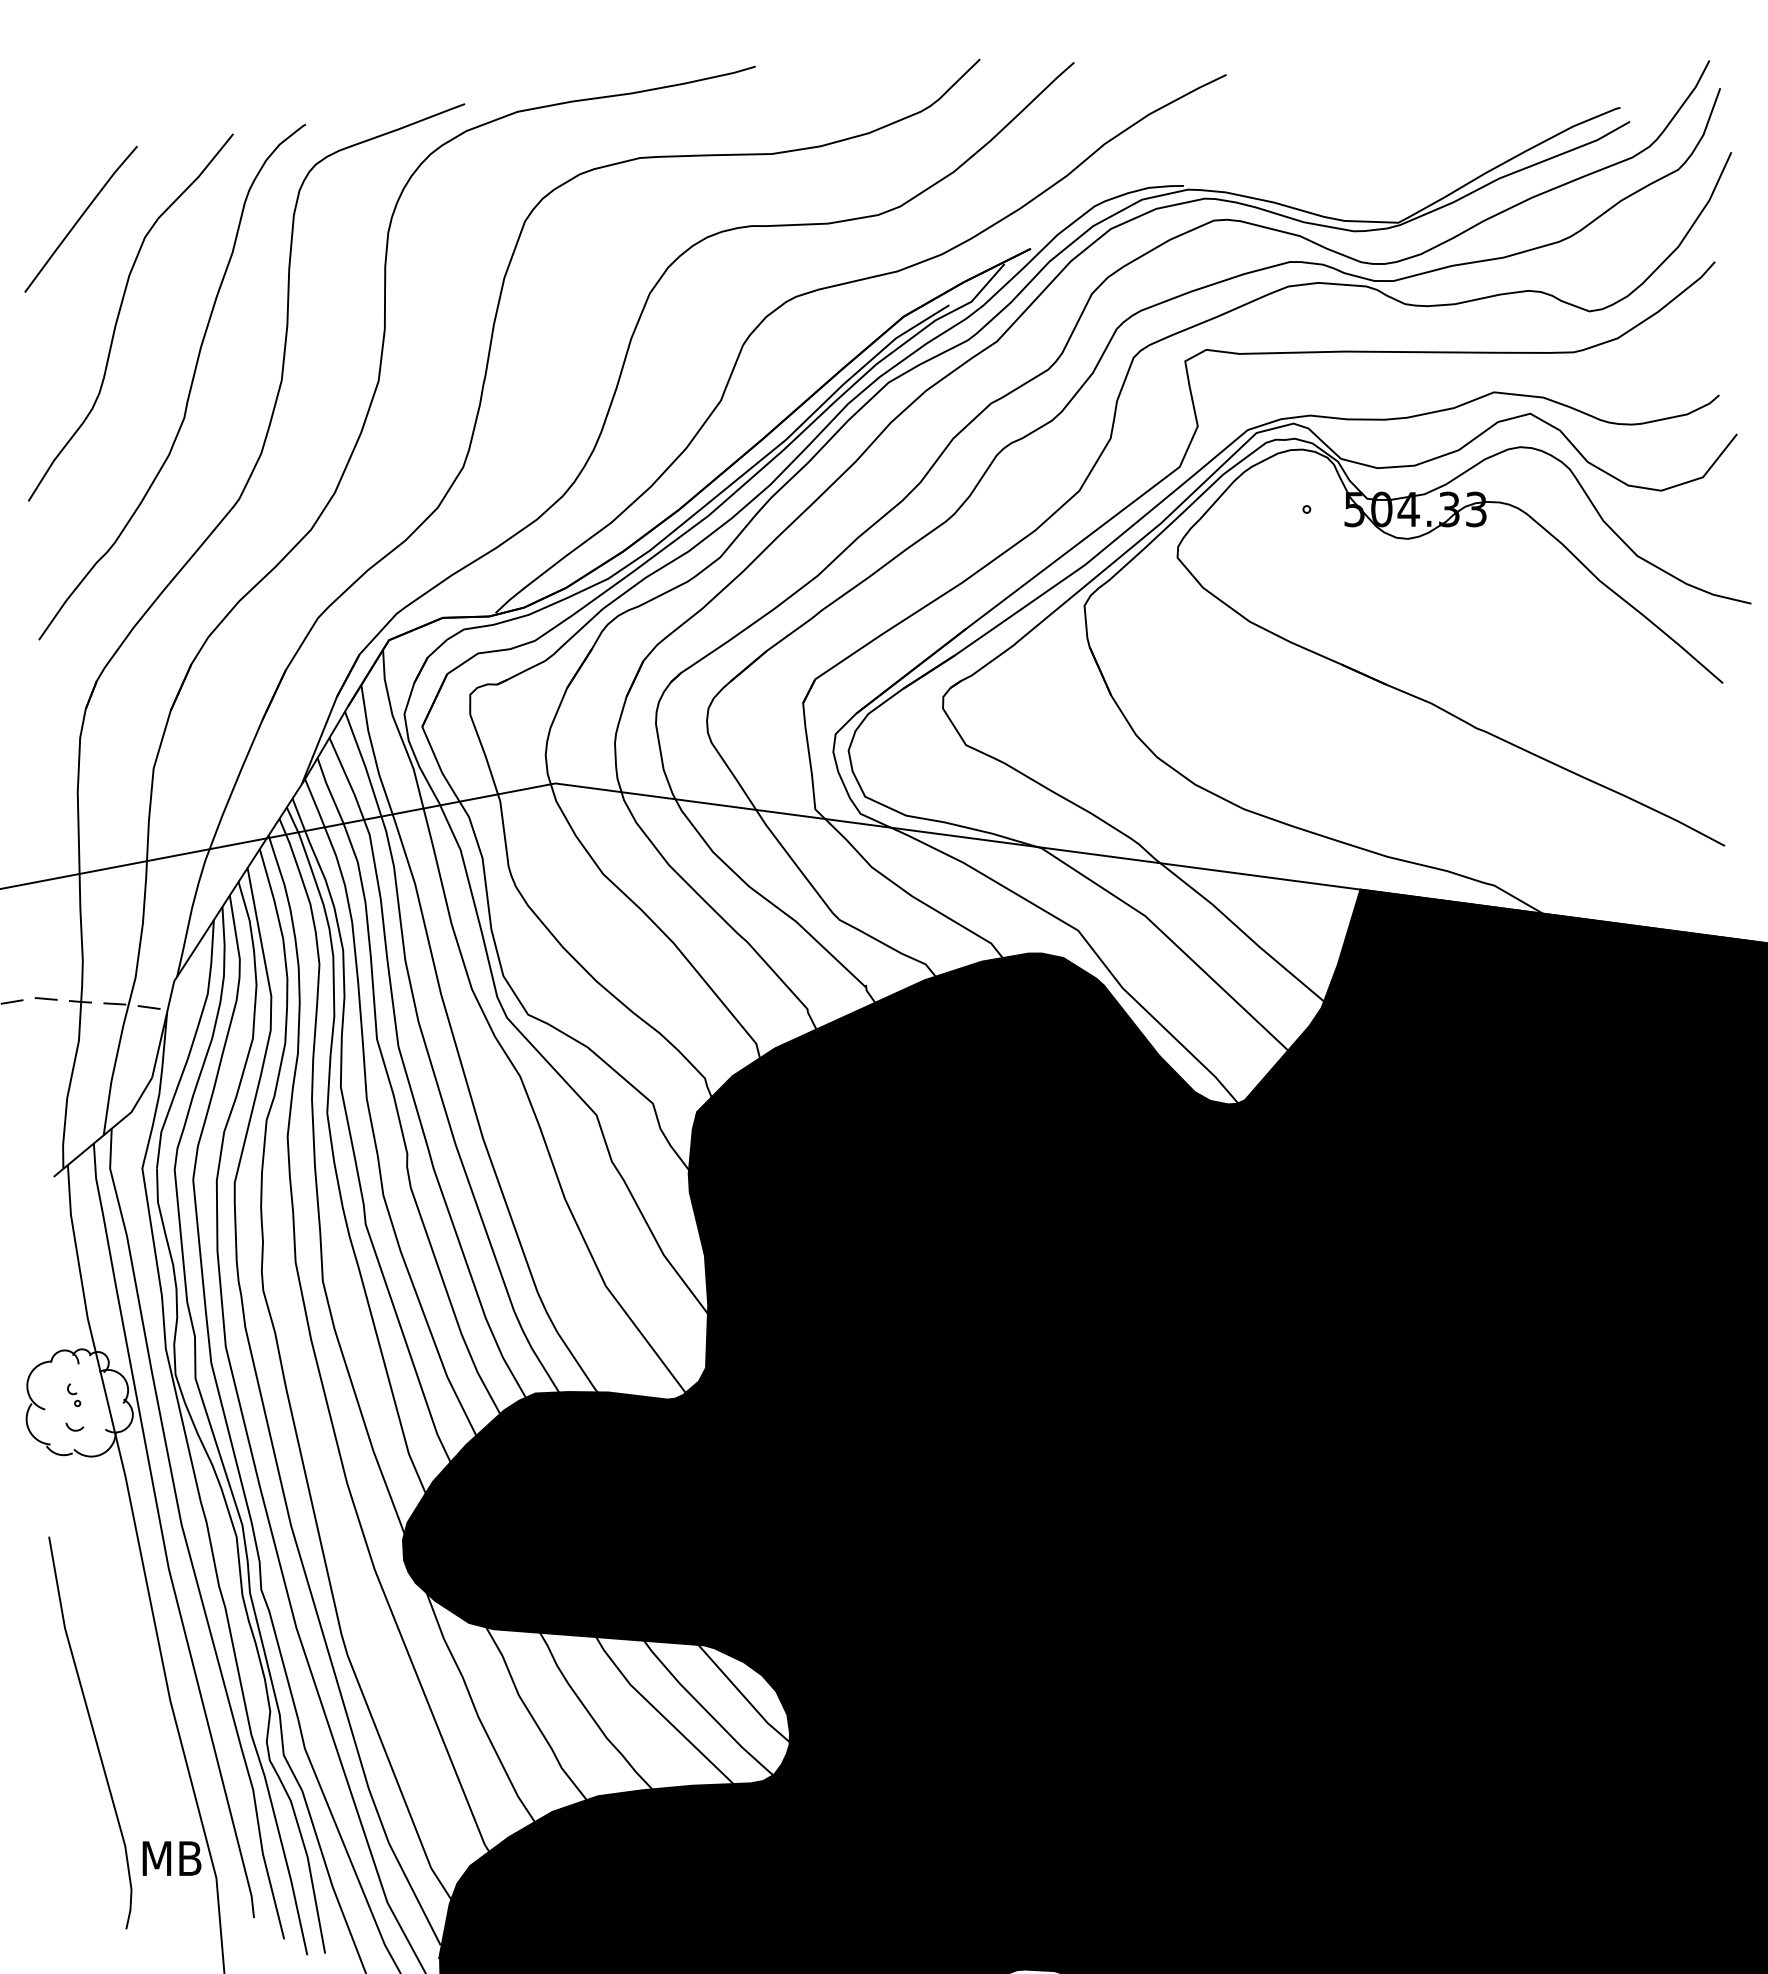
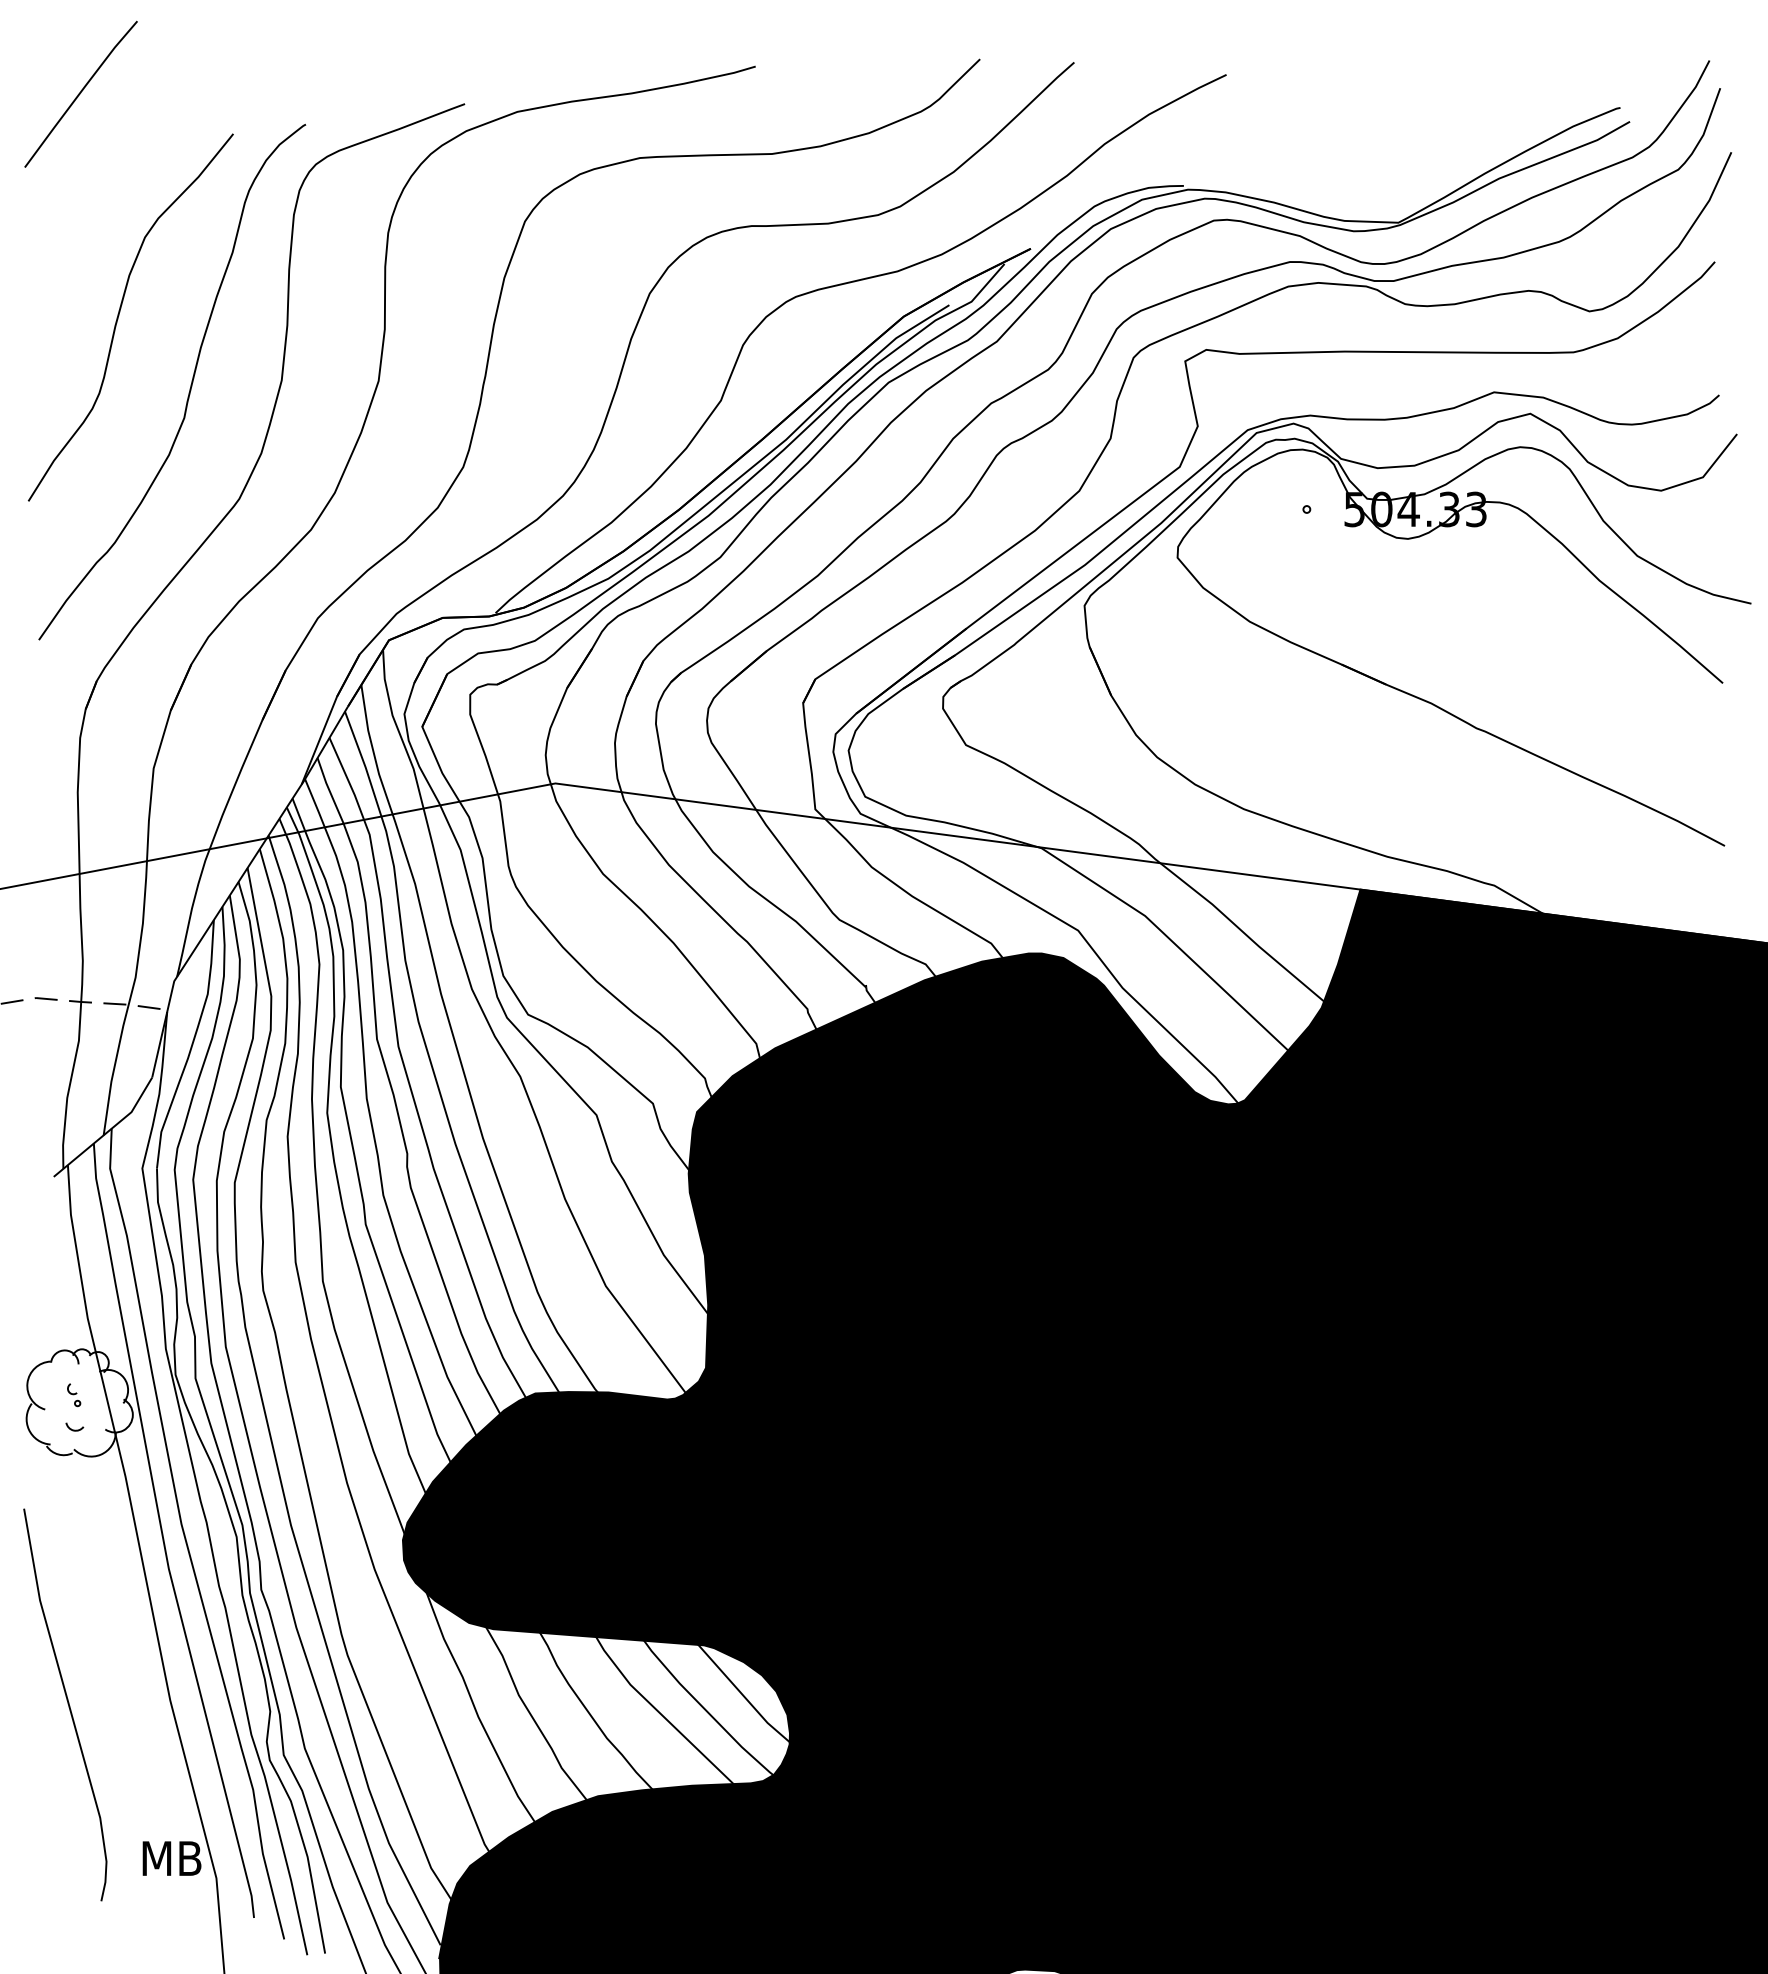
line at (80, 218) position: (80, 218) -> (80, 93)
curve at (92, 1732) position: (92, 1732) -> (67, 1704)
